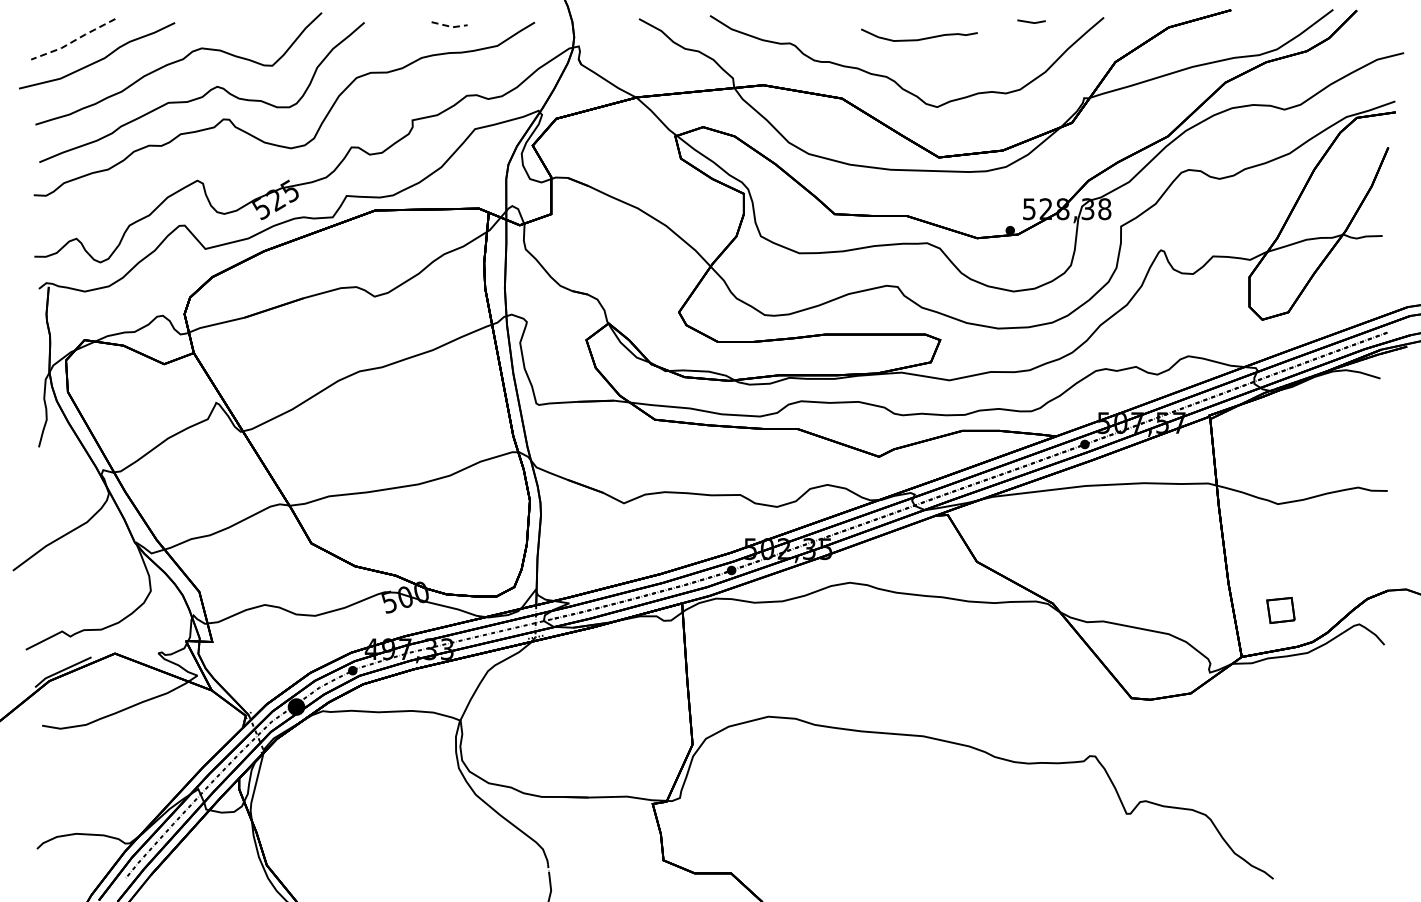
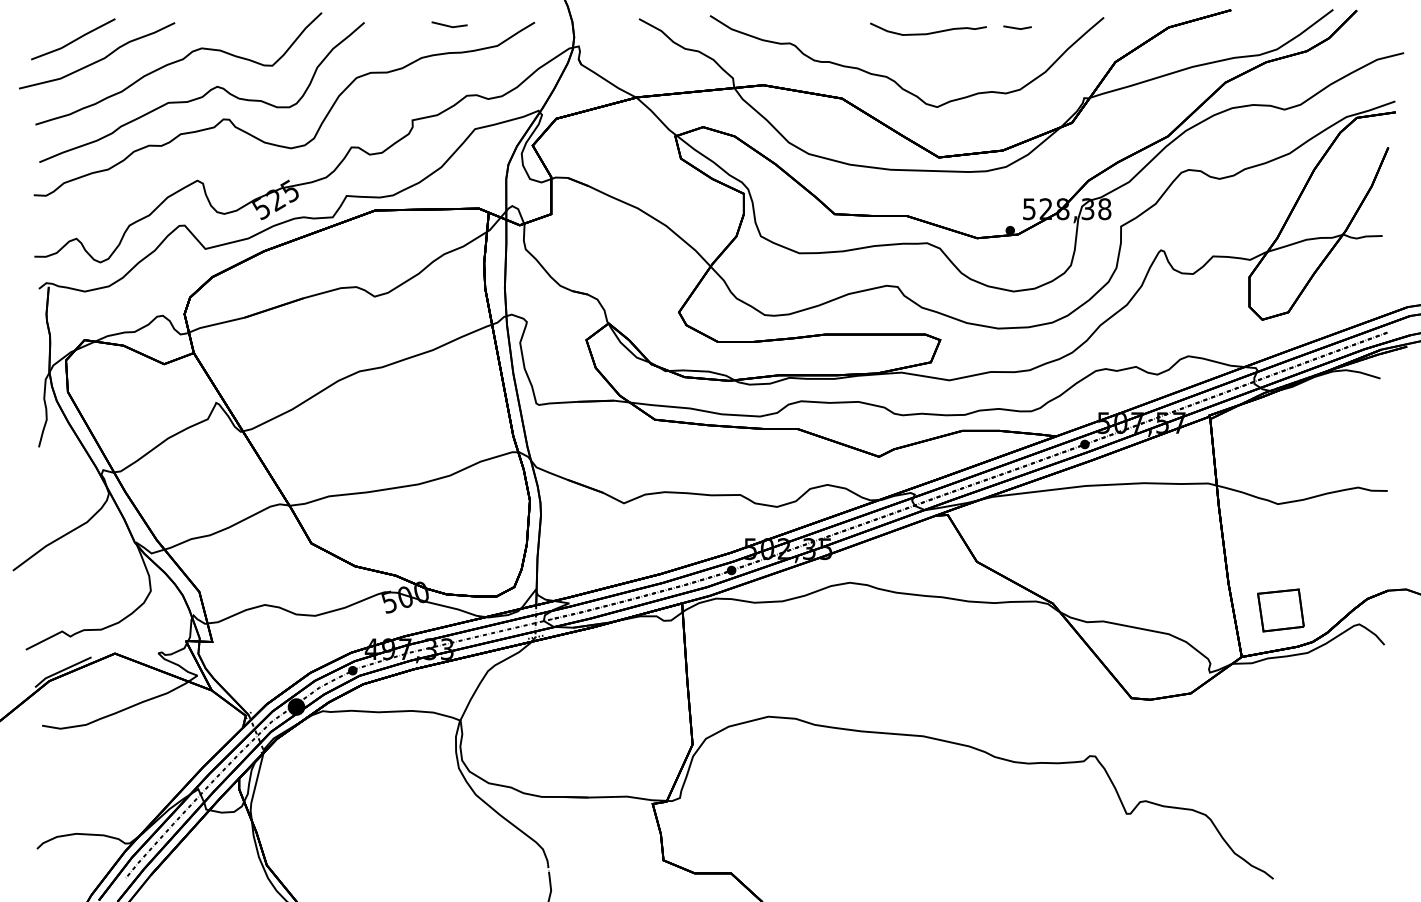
line at (1031, 21) position: (1031, 21) -> (1017, 27)
line at (449, 26): dashed -> solid
curve at (919, 38) position: (919, 38) -> (928, 32)
line at (73, 41): dashed -> solid
part at (1280, 610) size: 30x27 px -> 48x45 px
